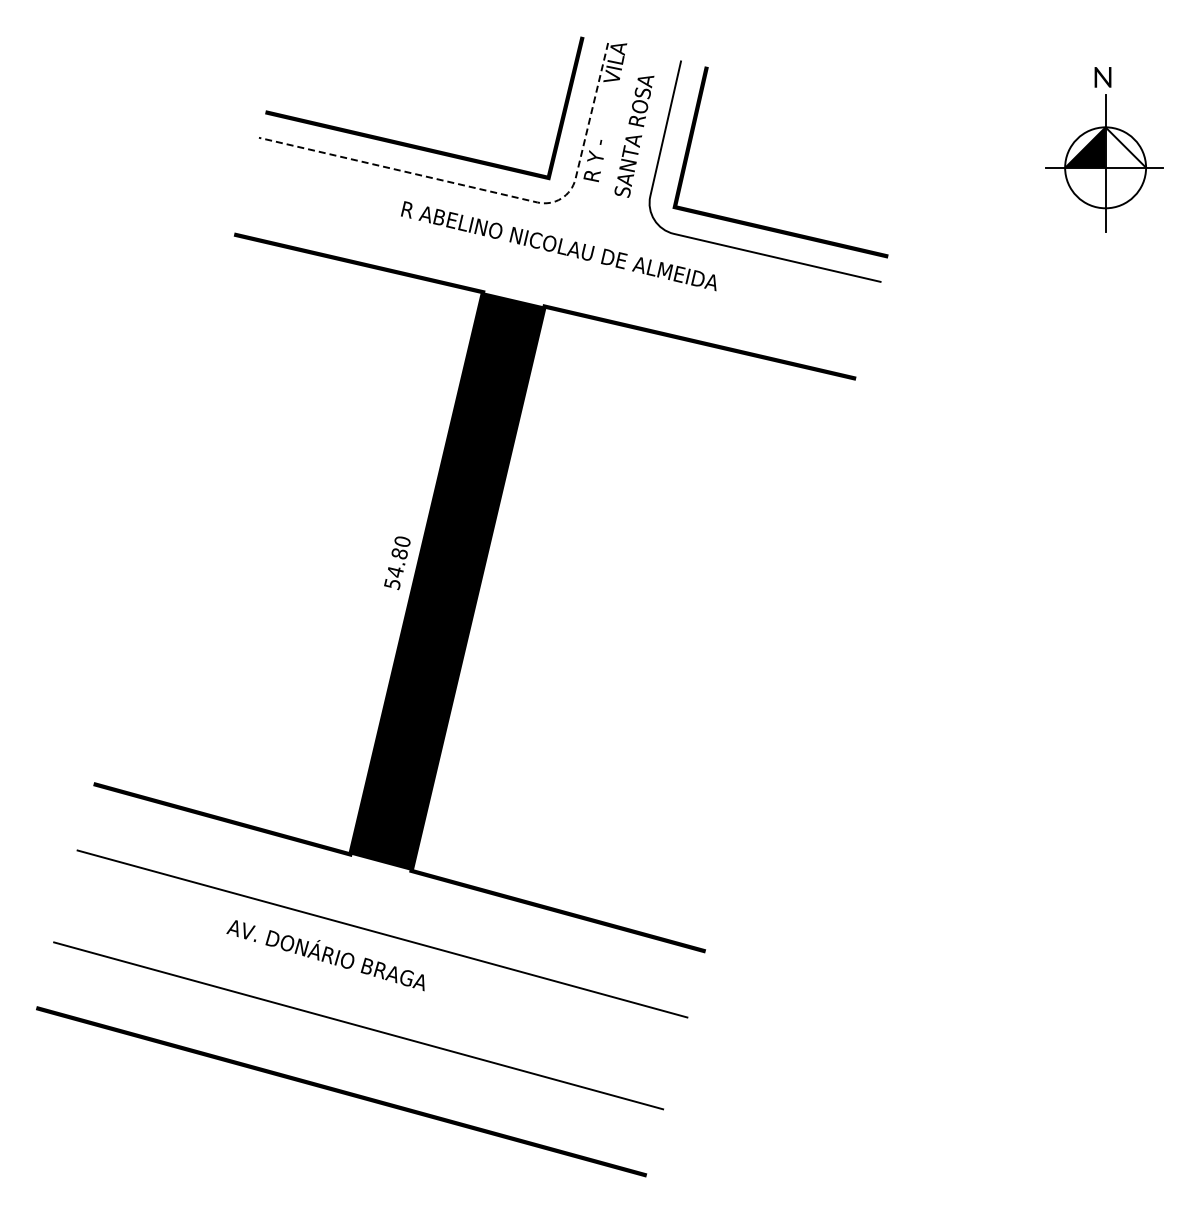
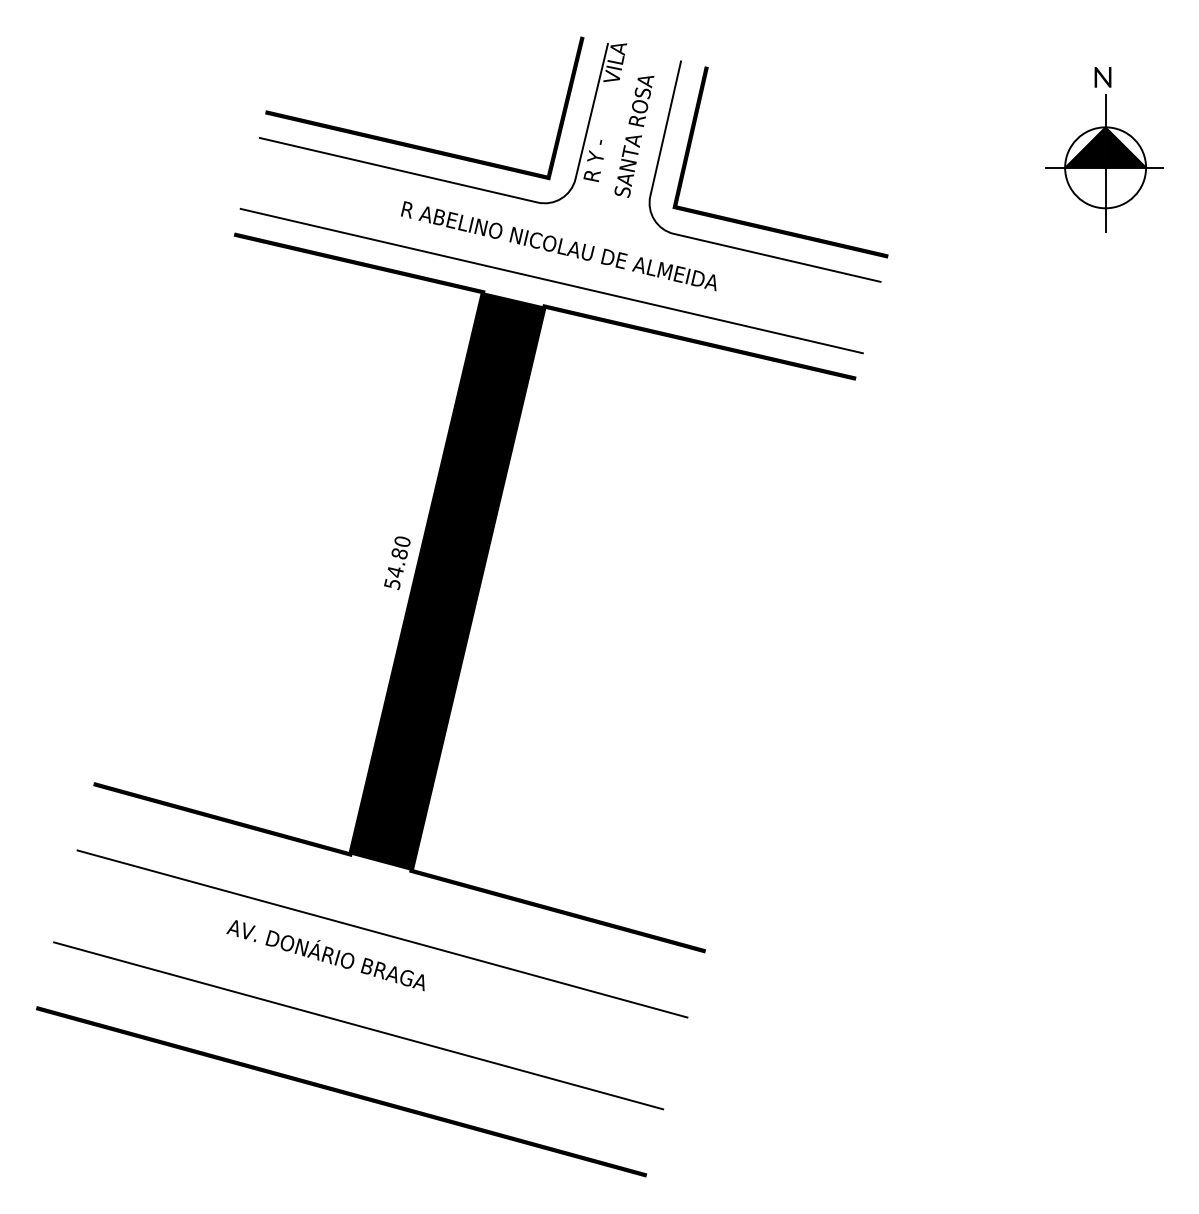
fill at (1125, 147): none -> present
line at (505, 195): dashed -> solid
line at (551, 280): none -> present
